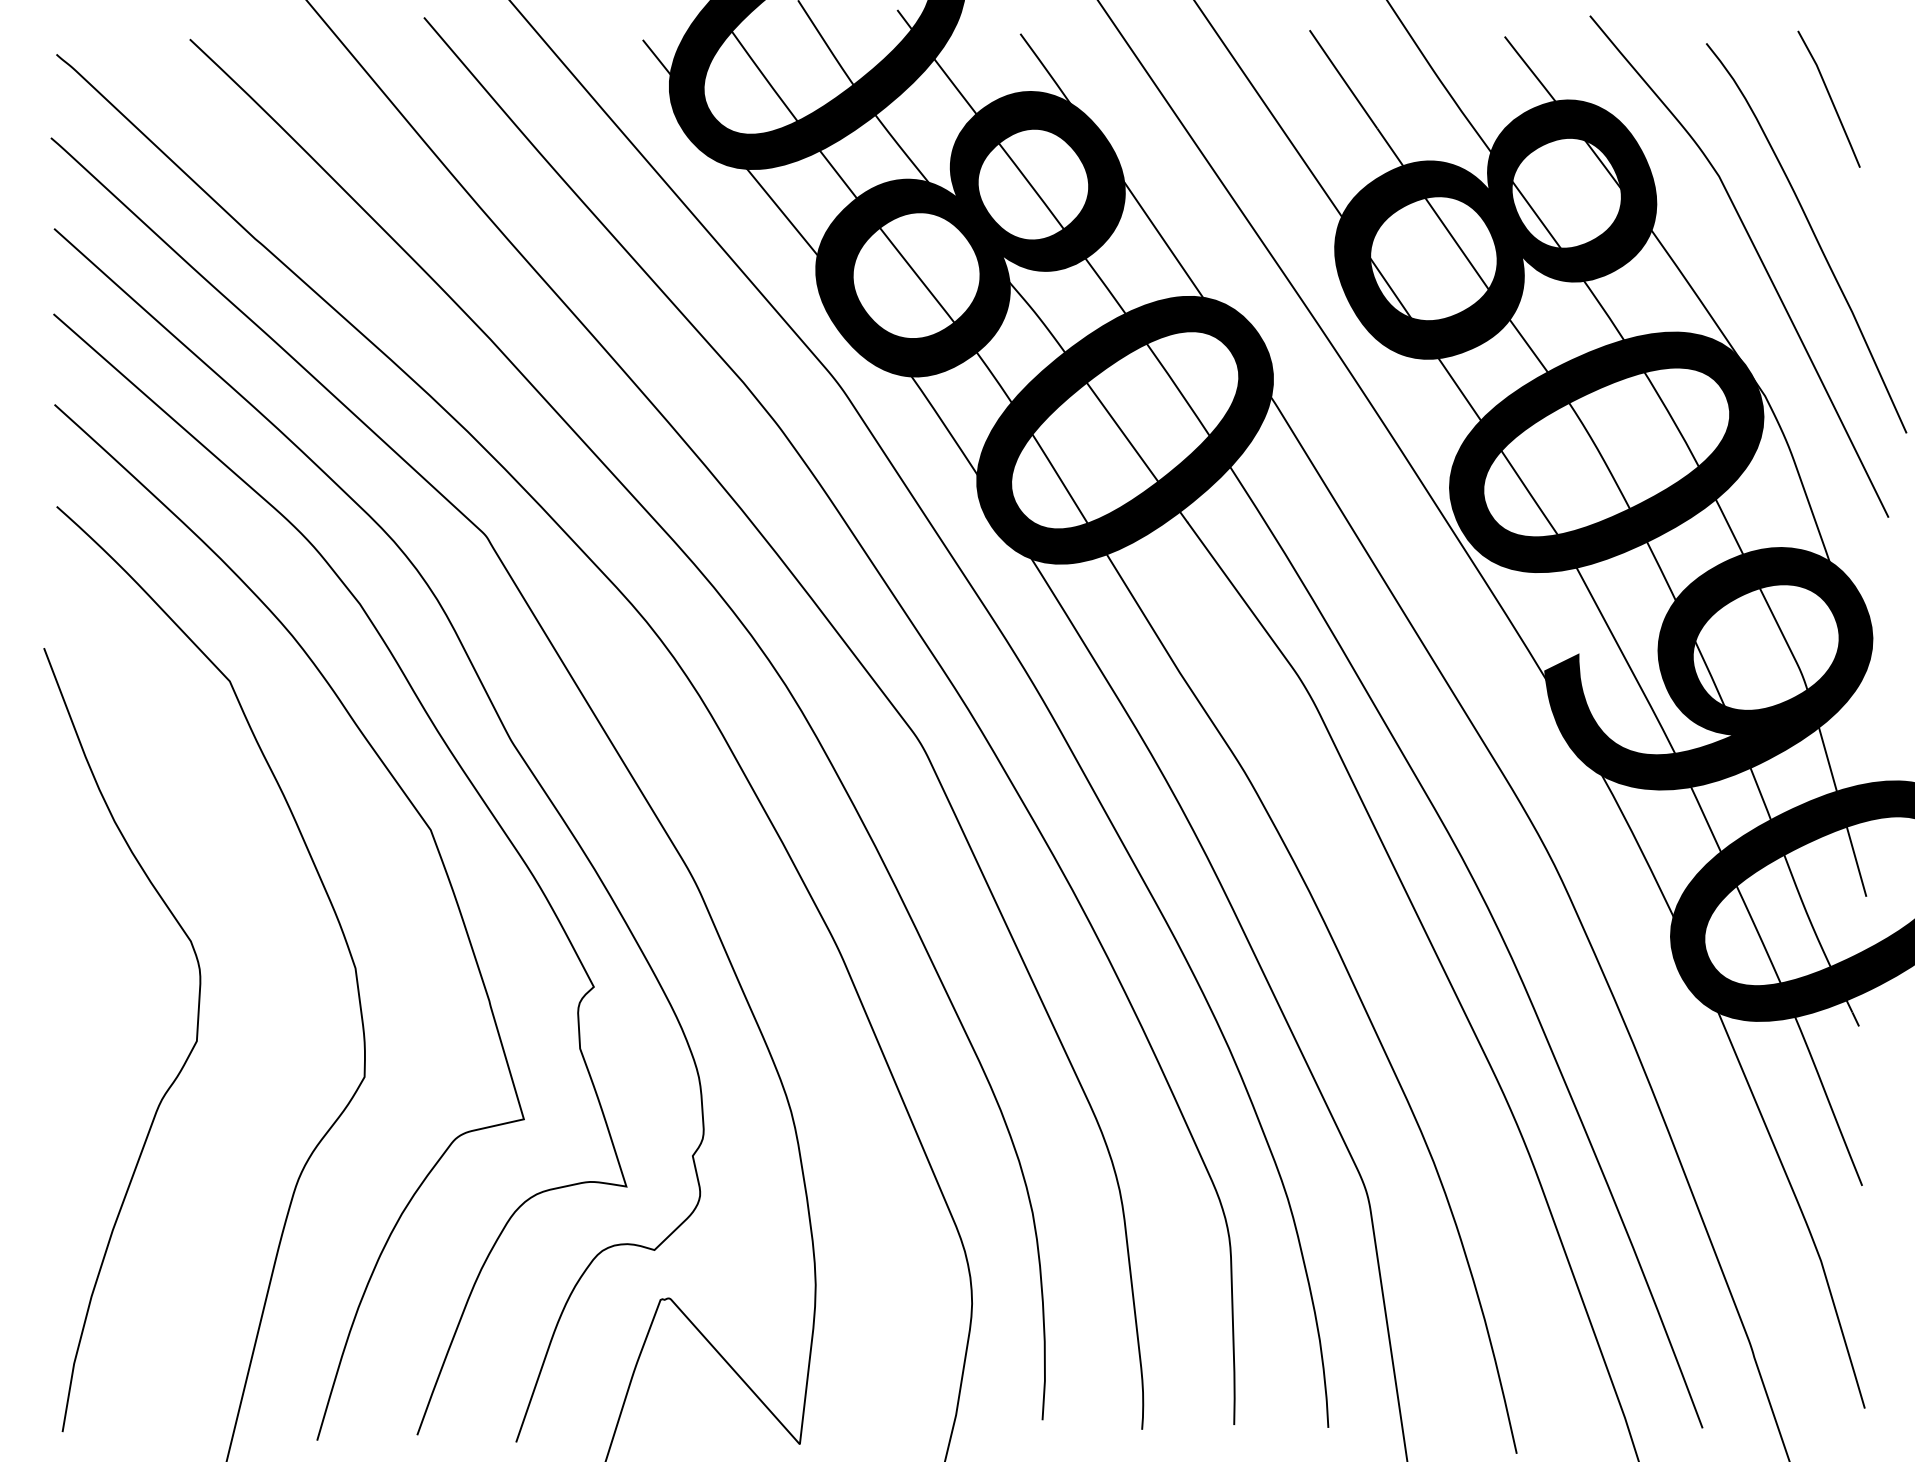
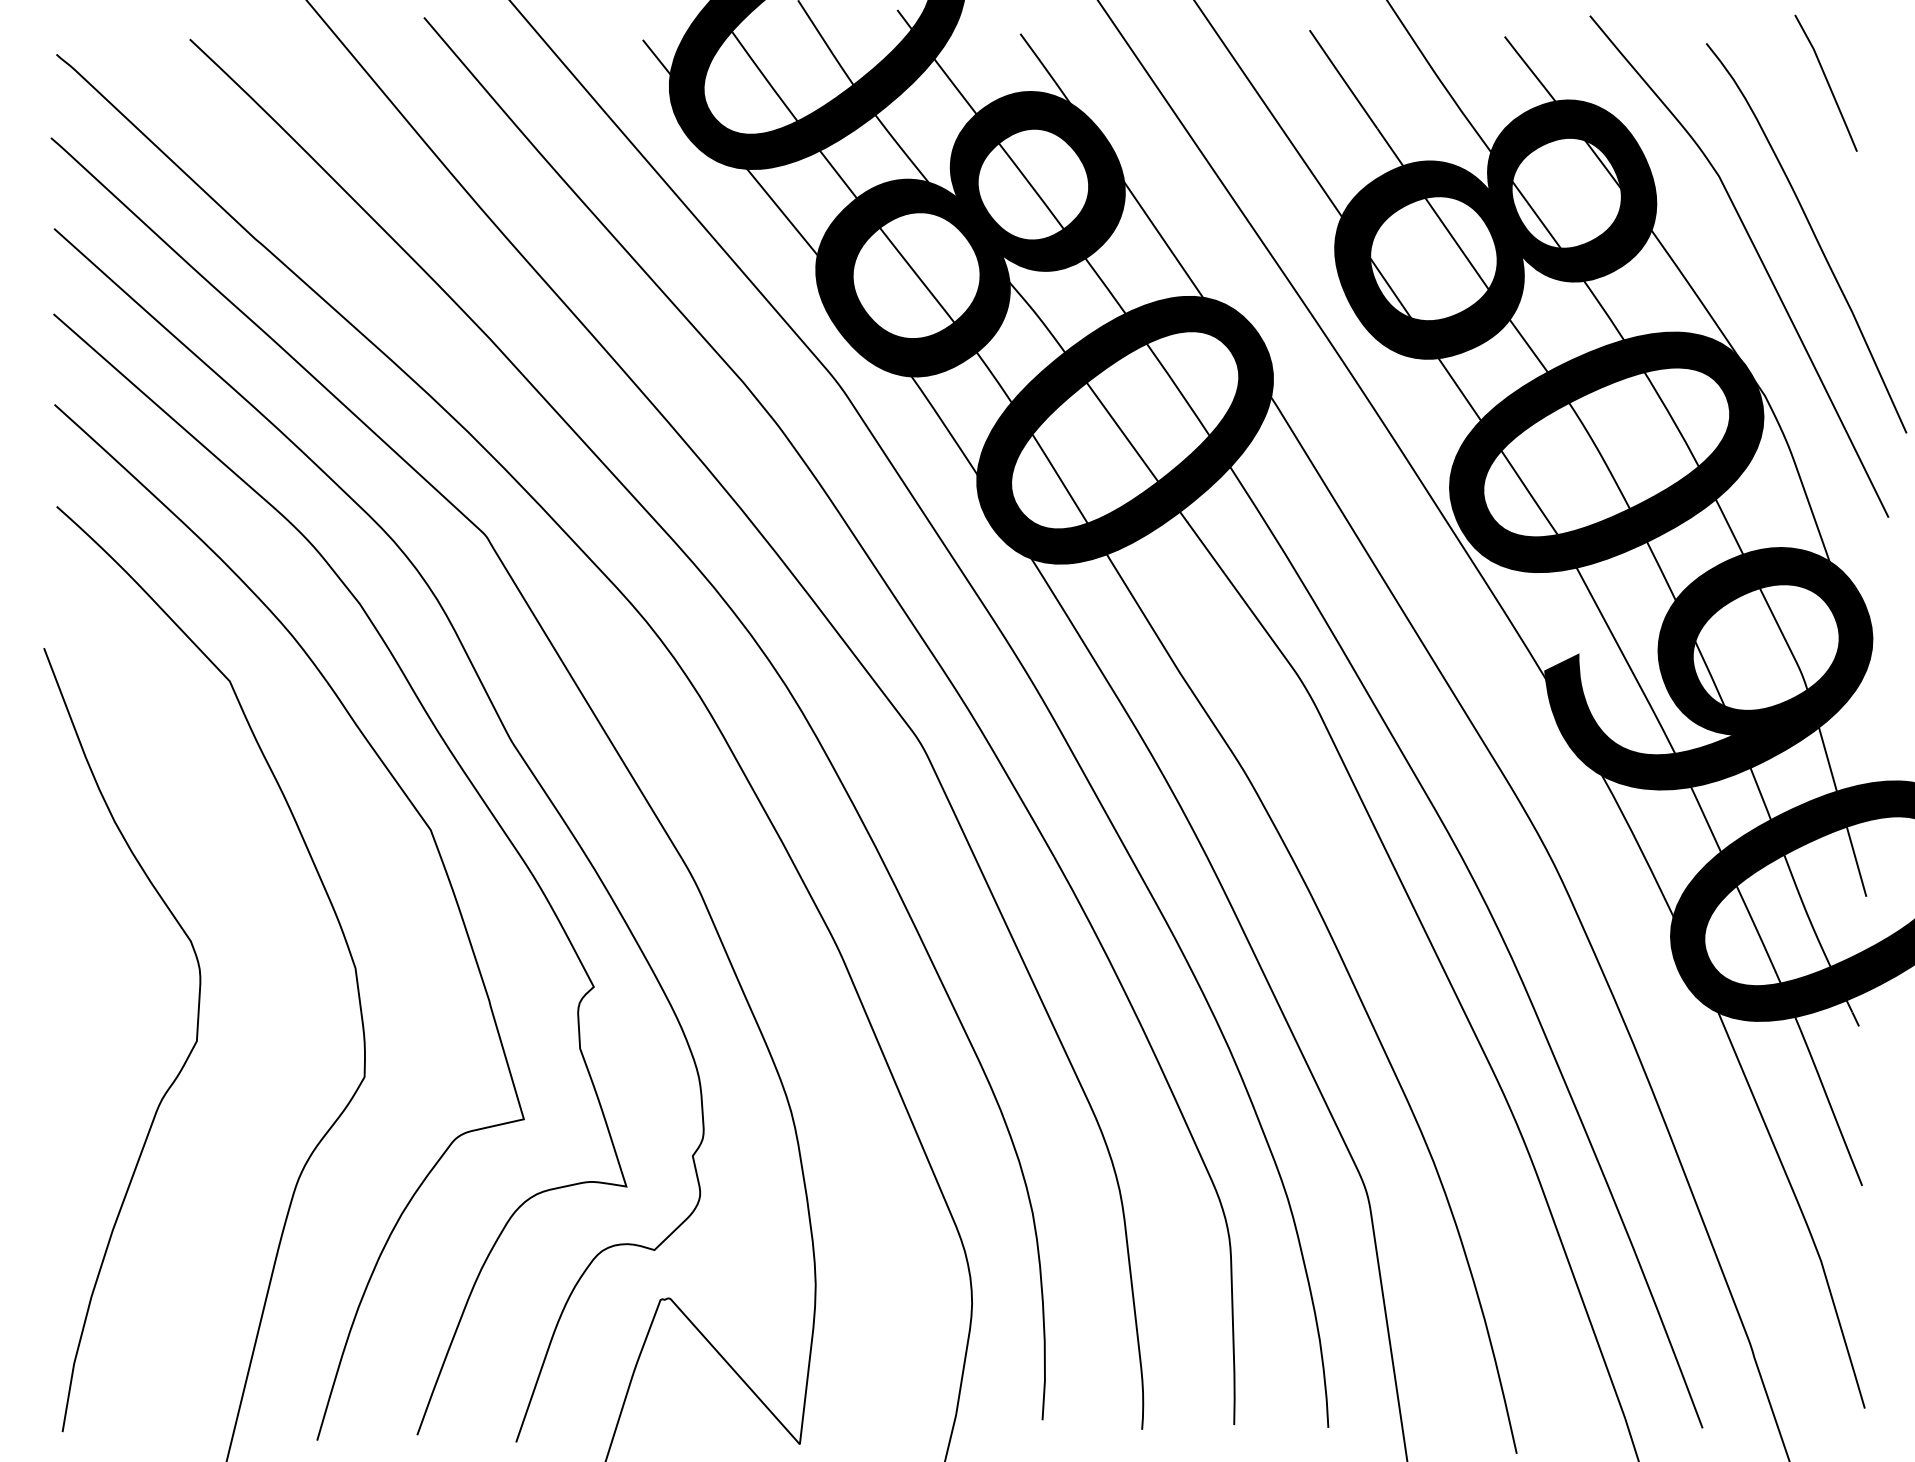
line at (1829, 98) position: (1829, 98) -> (1826, 82)
